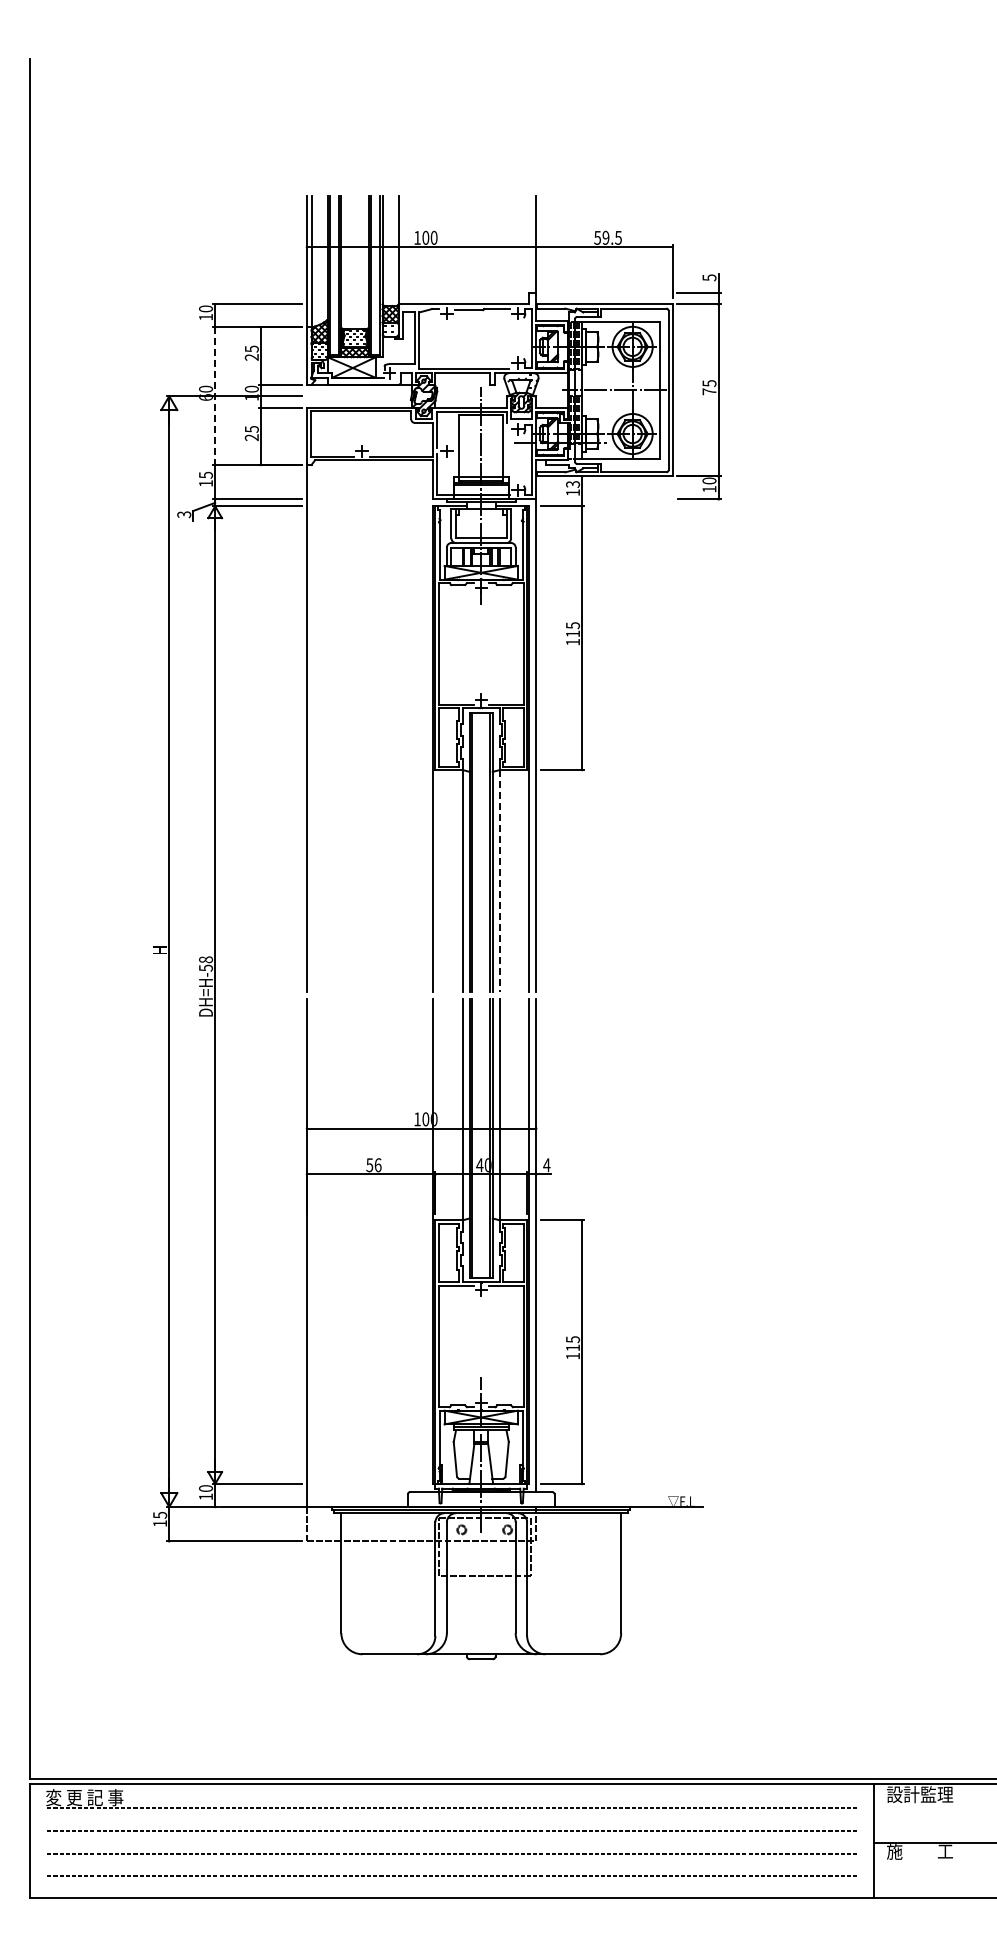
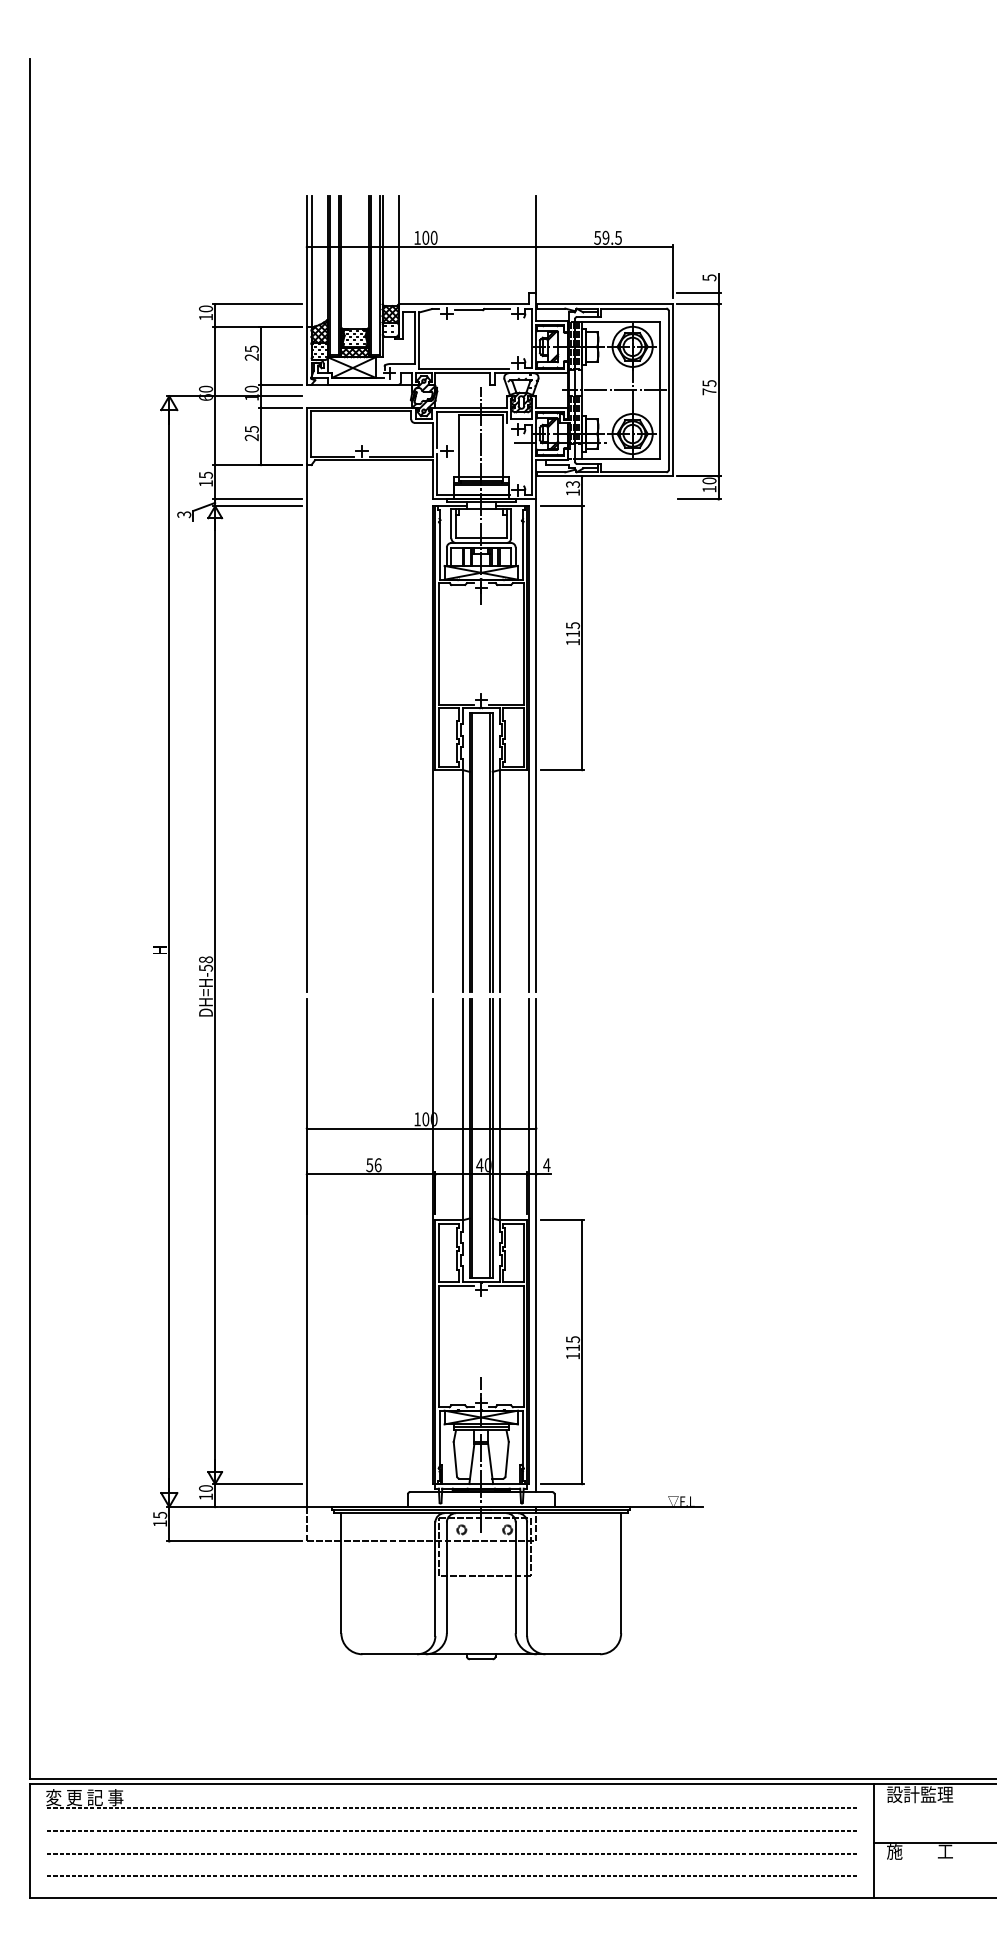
line at (215, 396): dashed -> solid
line at (499, 880): dashed -> solid
